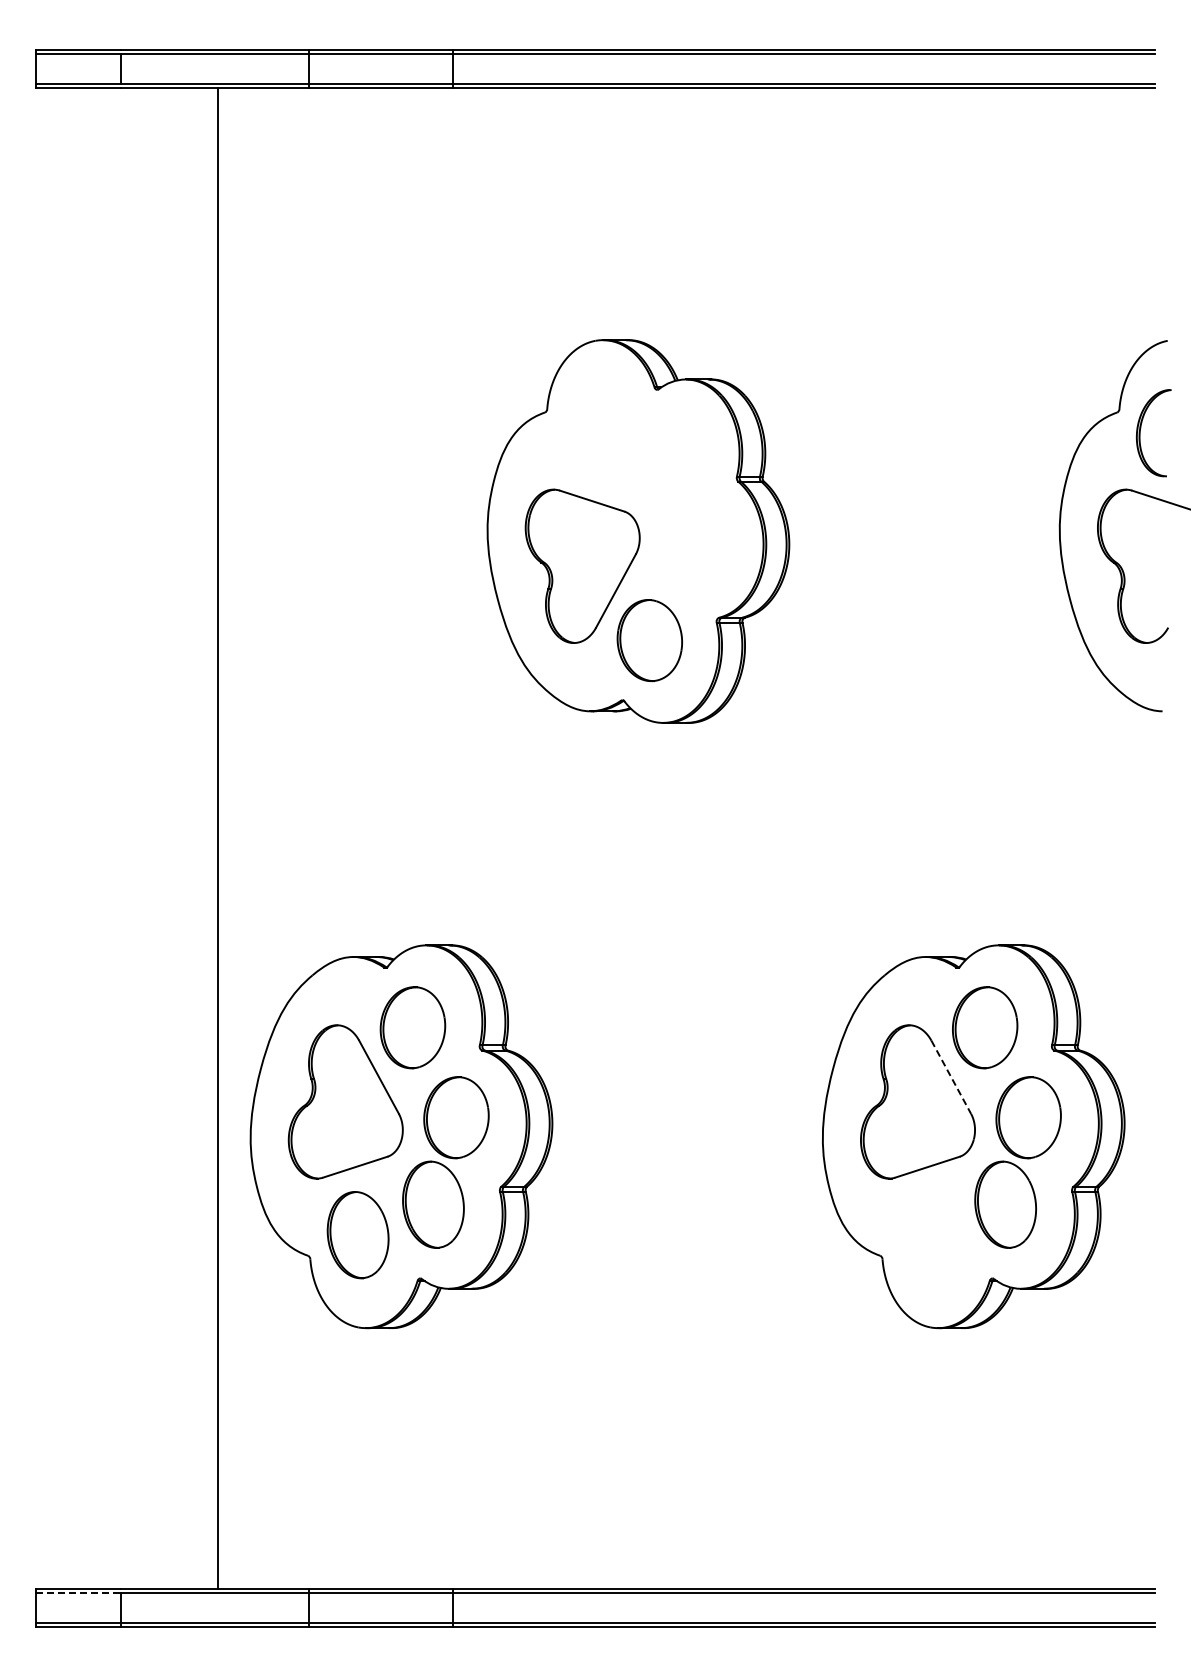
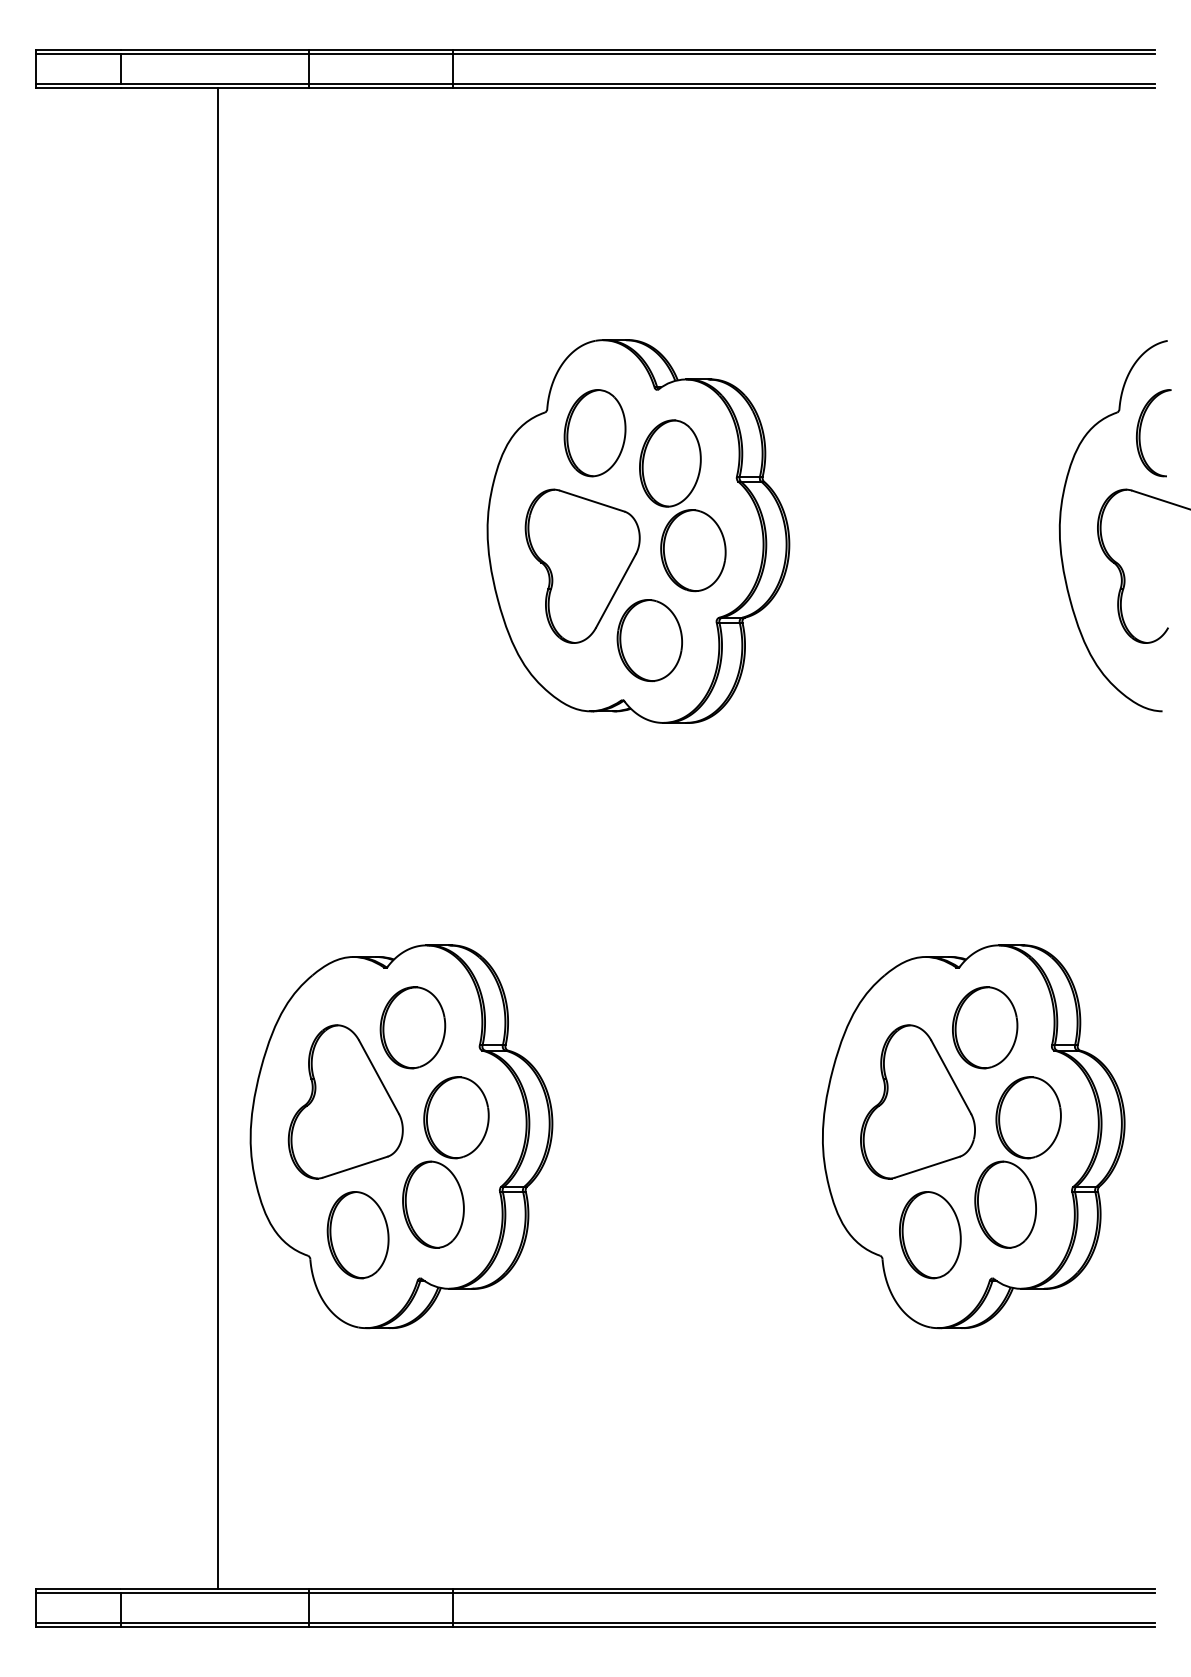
part at (594, 433): none -> present
part at (682, 505): none -> present
line at (951, 1077): dashed -> solid
part at (930, 1235): none -> present
line at (78, 1593): dashed -> solid
